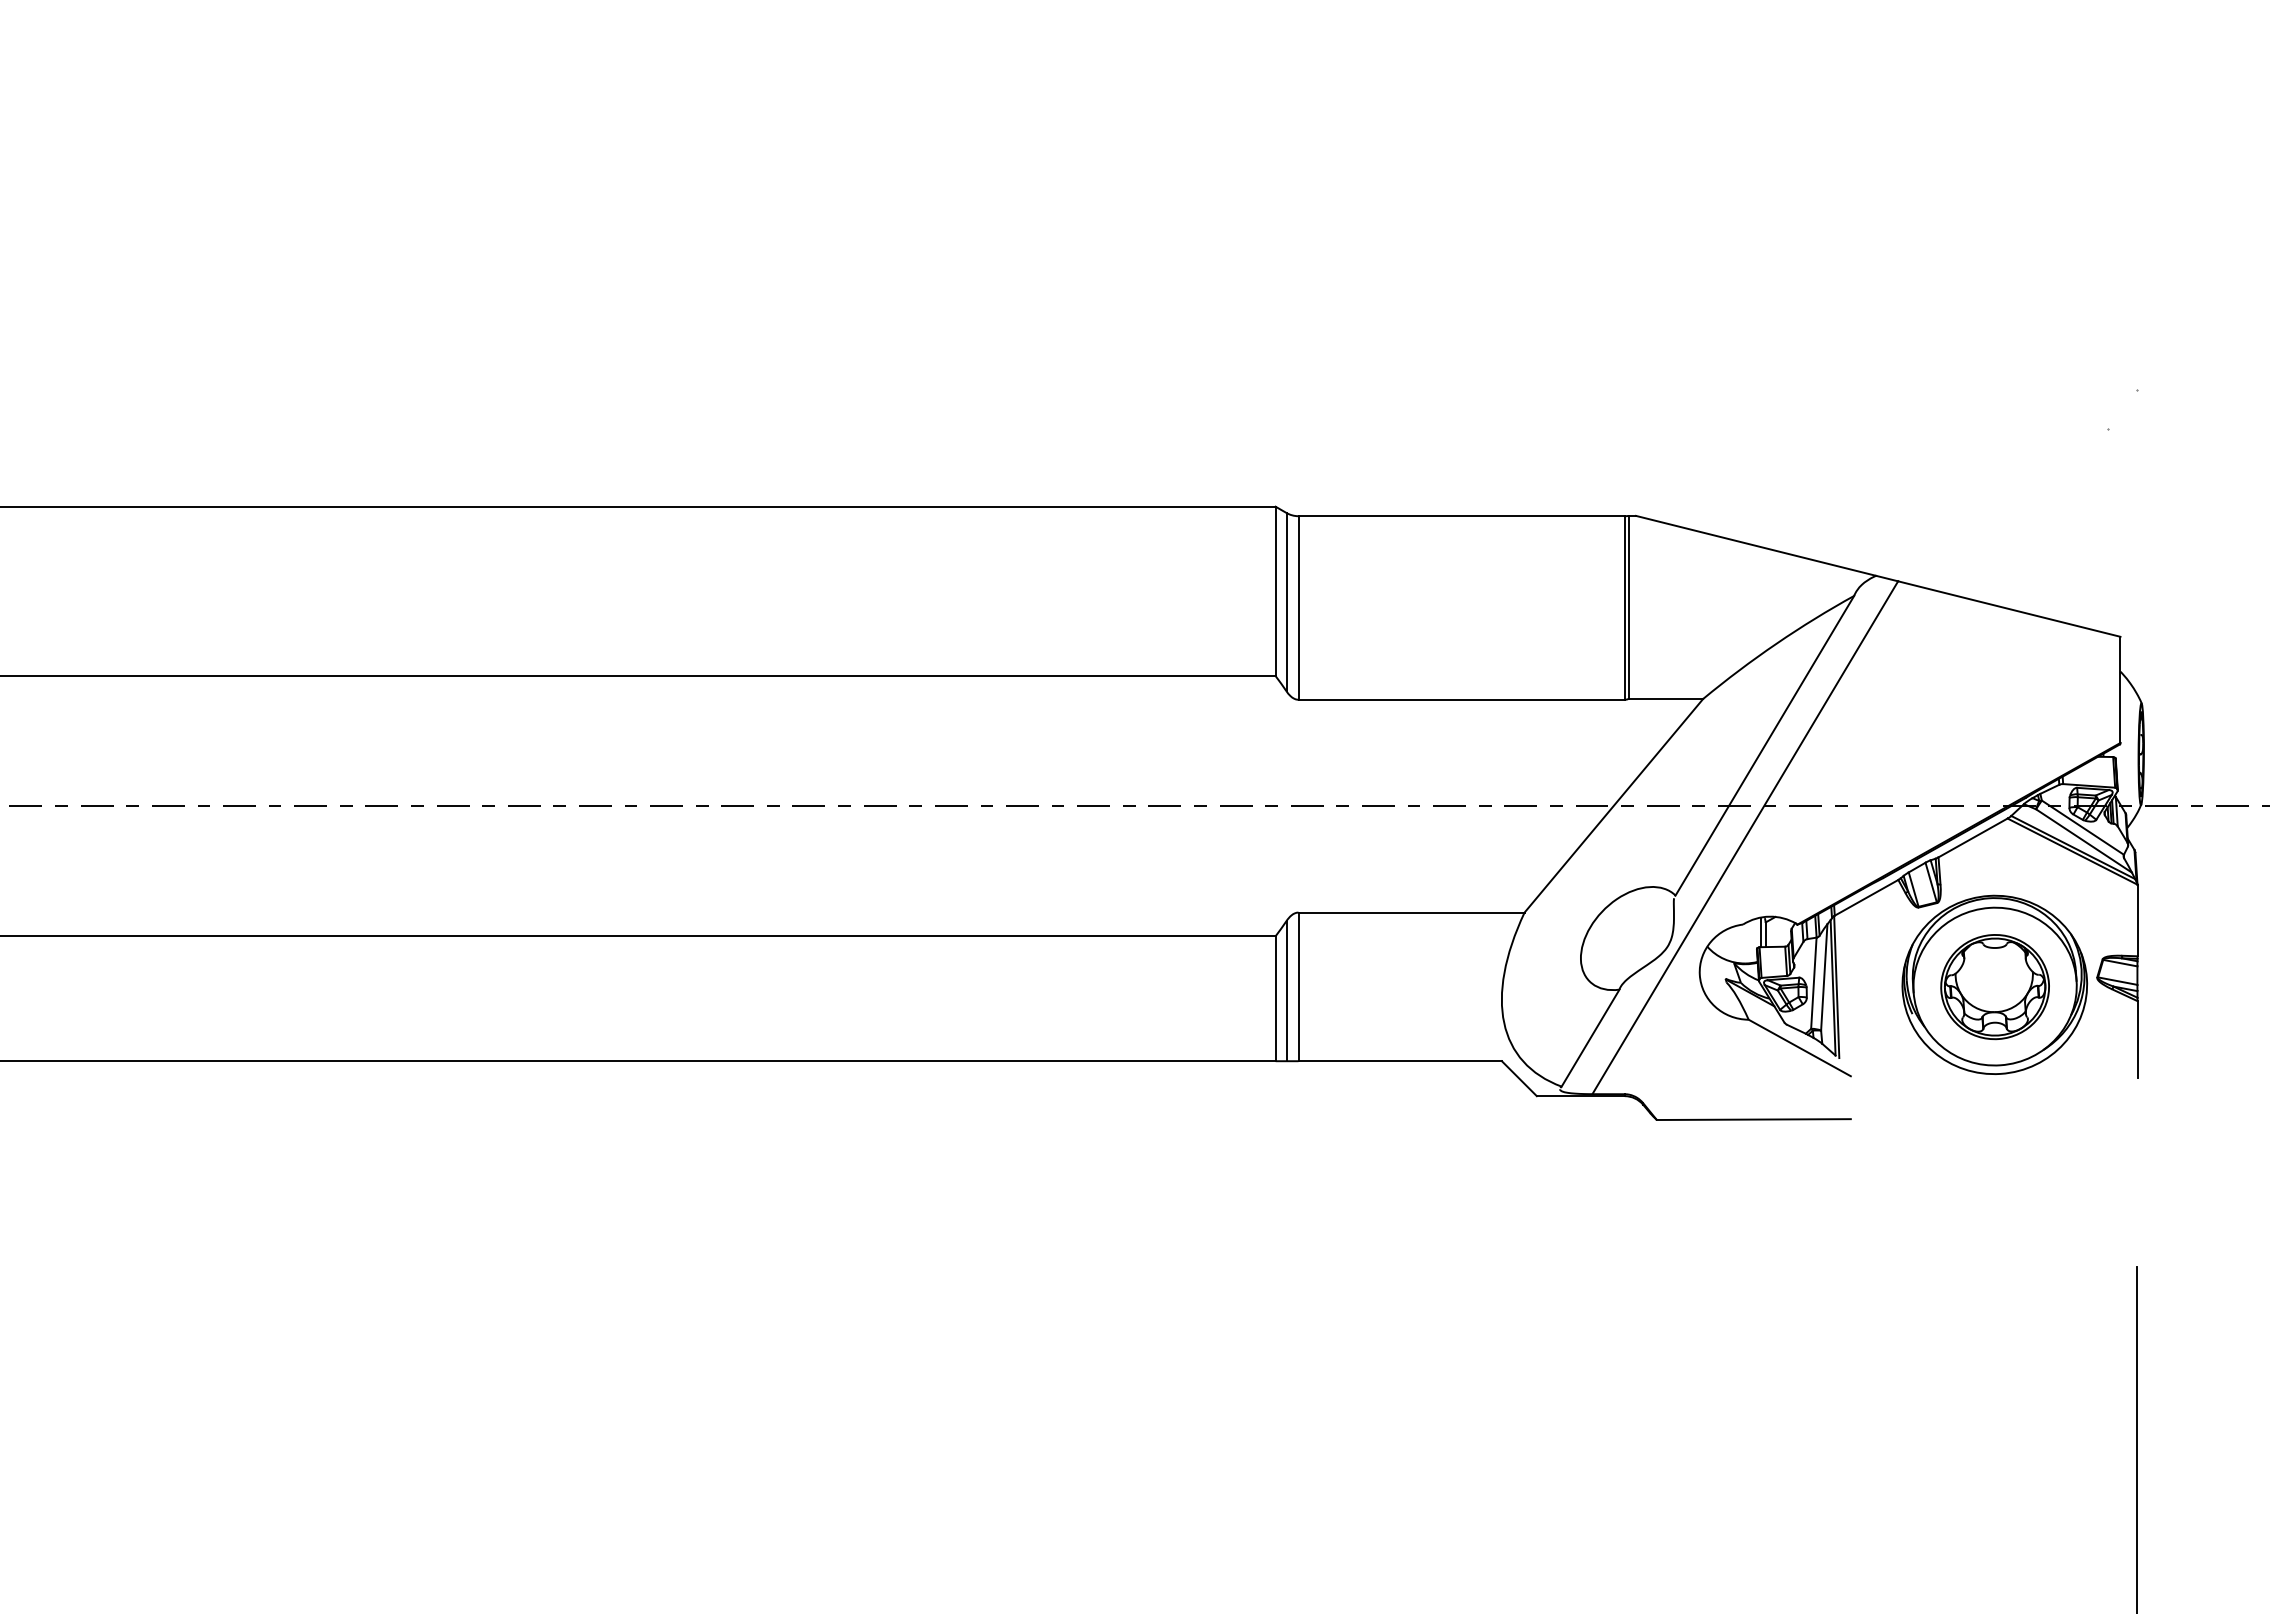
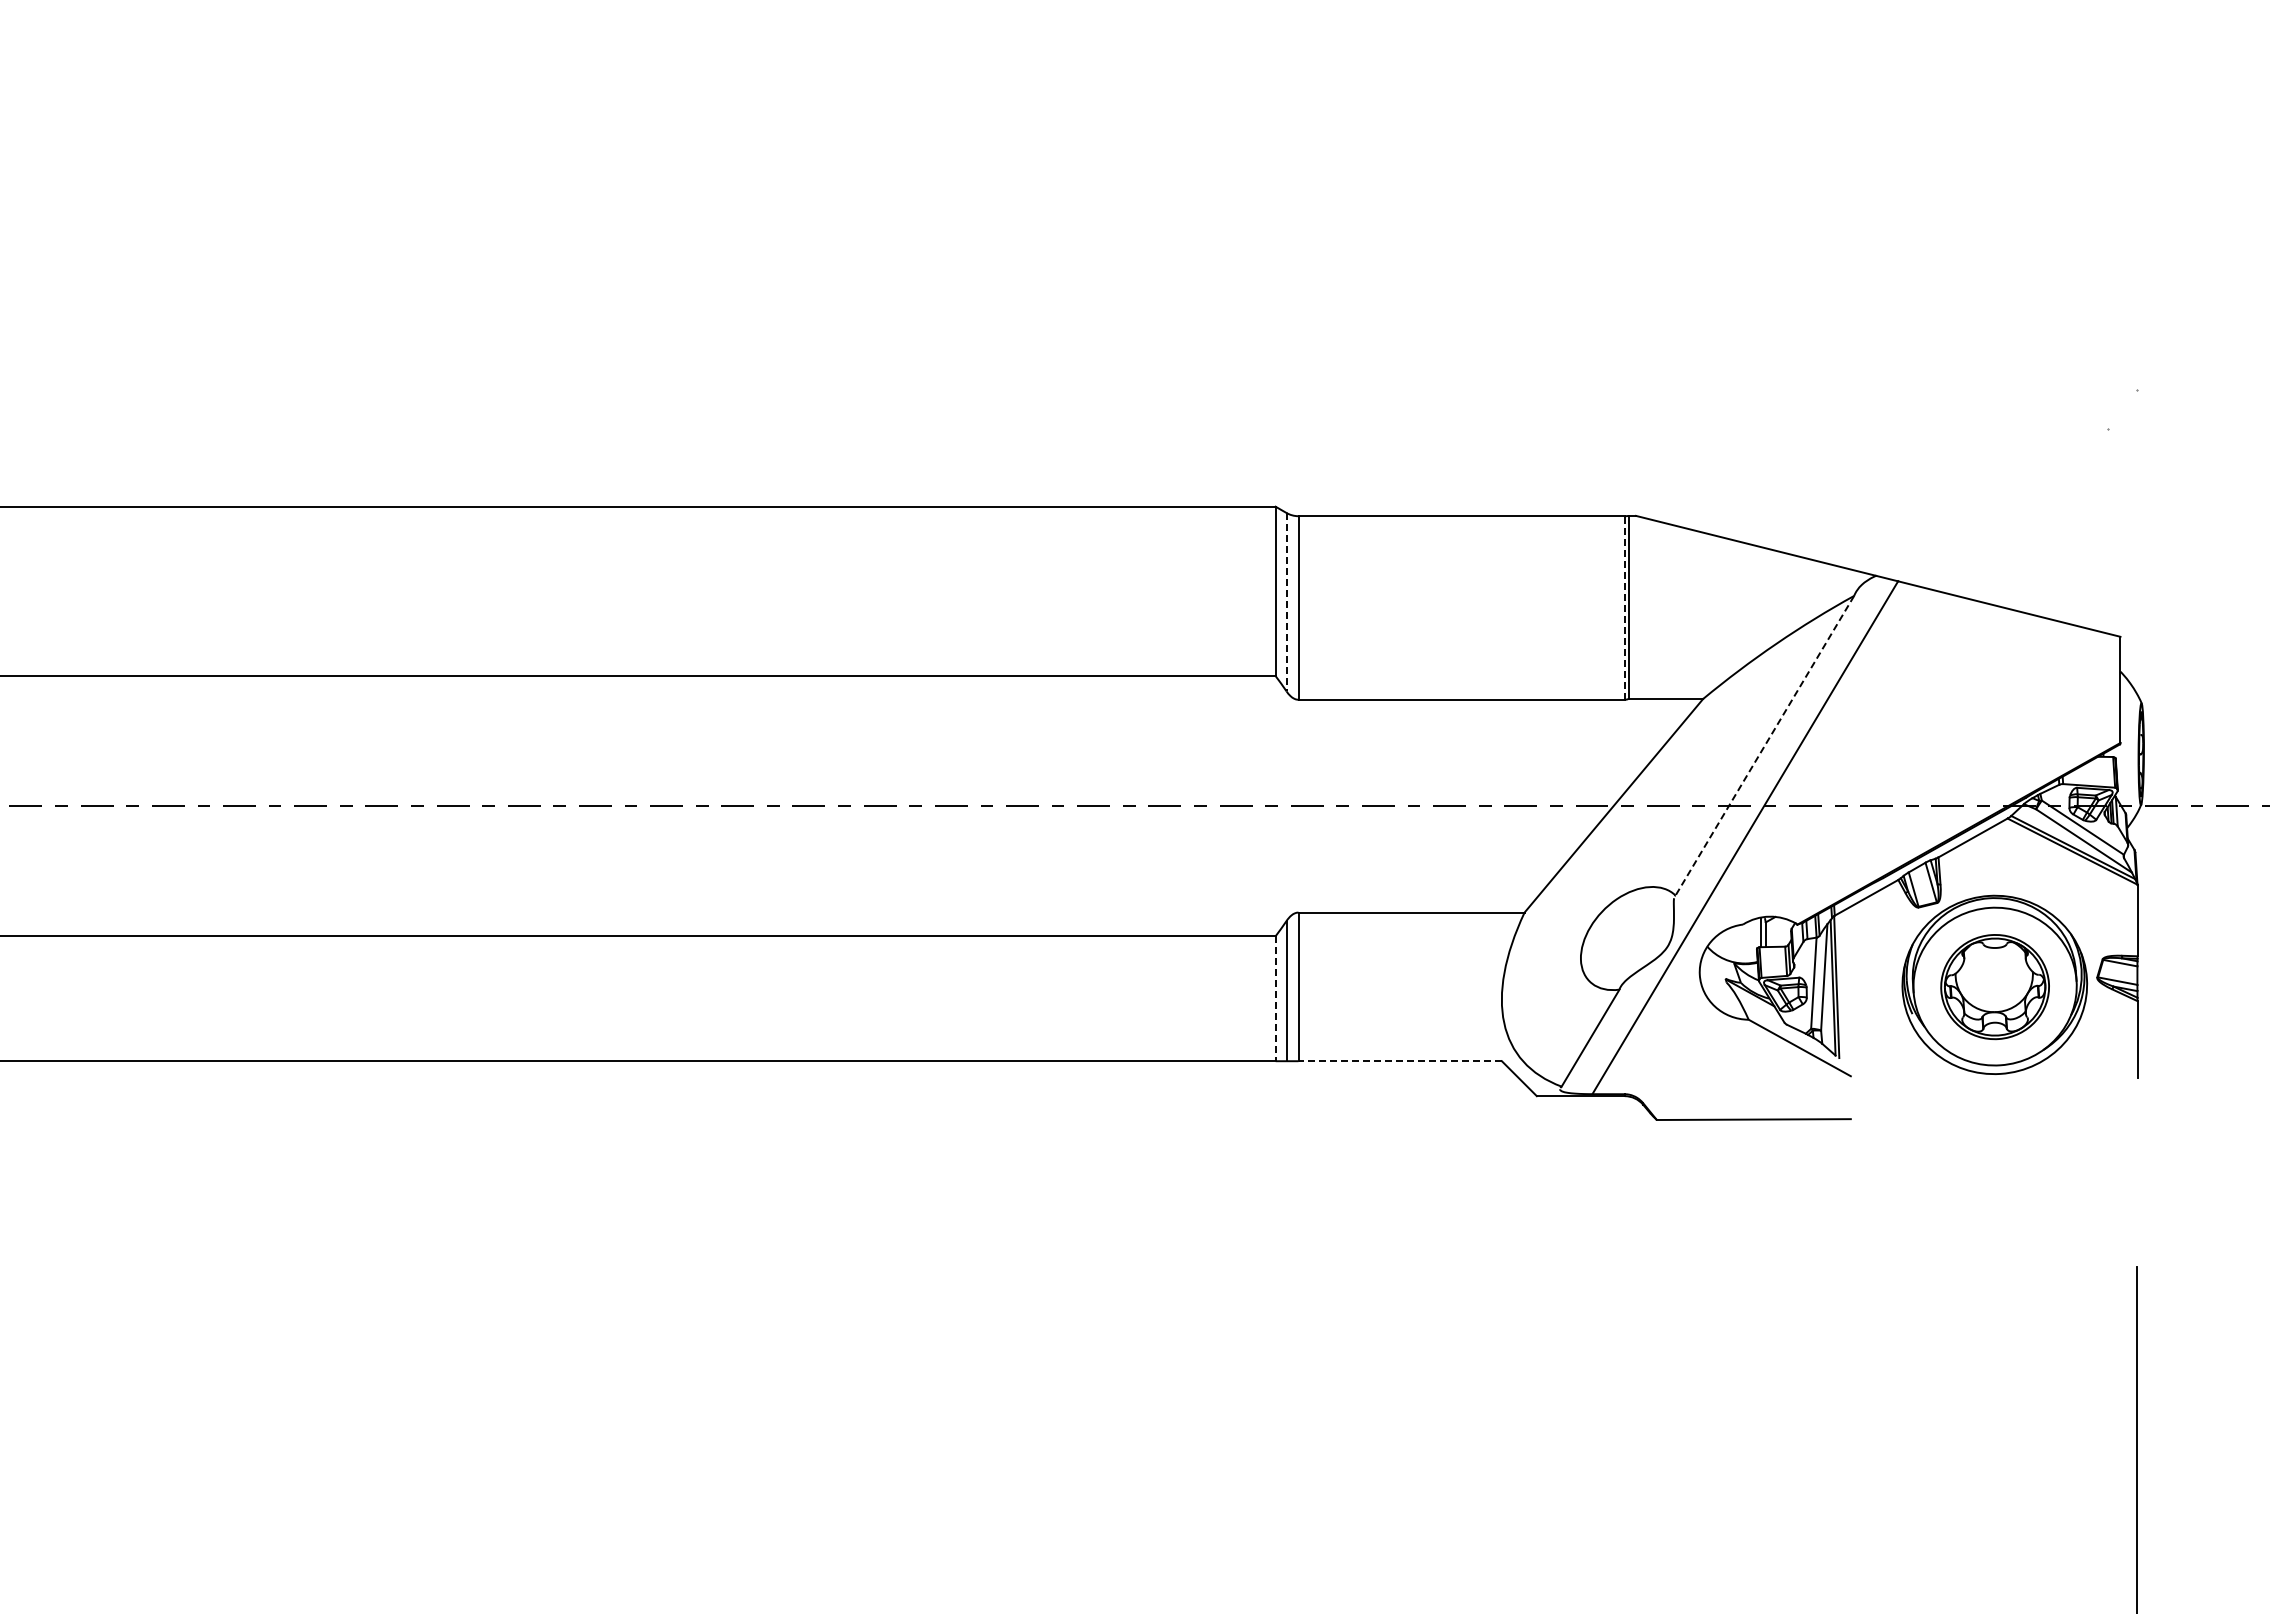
line at (1286, 602): solid -> dashed
line at (1624, 607): solid -> dashed
line at (1764, 746): solid -> dashed
line at (1275, 999): solid -> dashed
line at (1400, 1061): solid -> dashed
